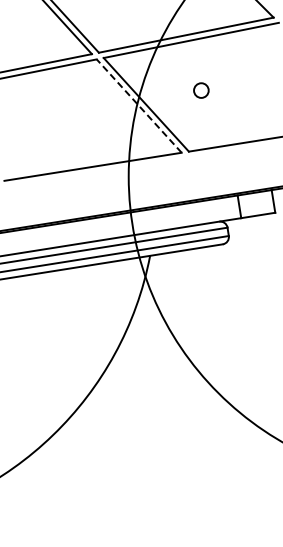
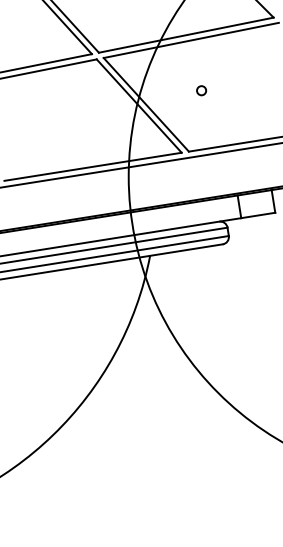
circle at (201, 90) size: 17x17 px -> 12x12 px
line at (138, 105): dashed -> solid
line at (140, 165): none -> present
